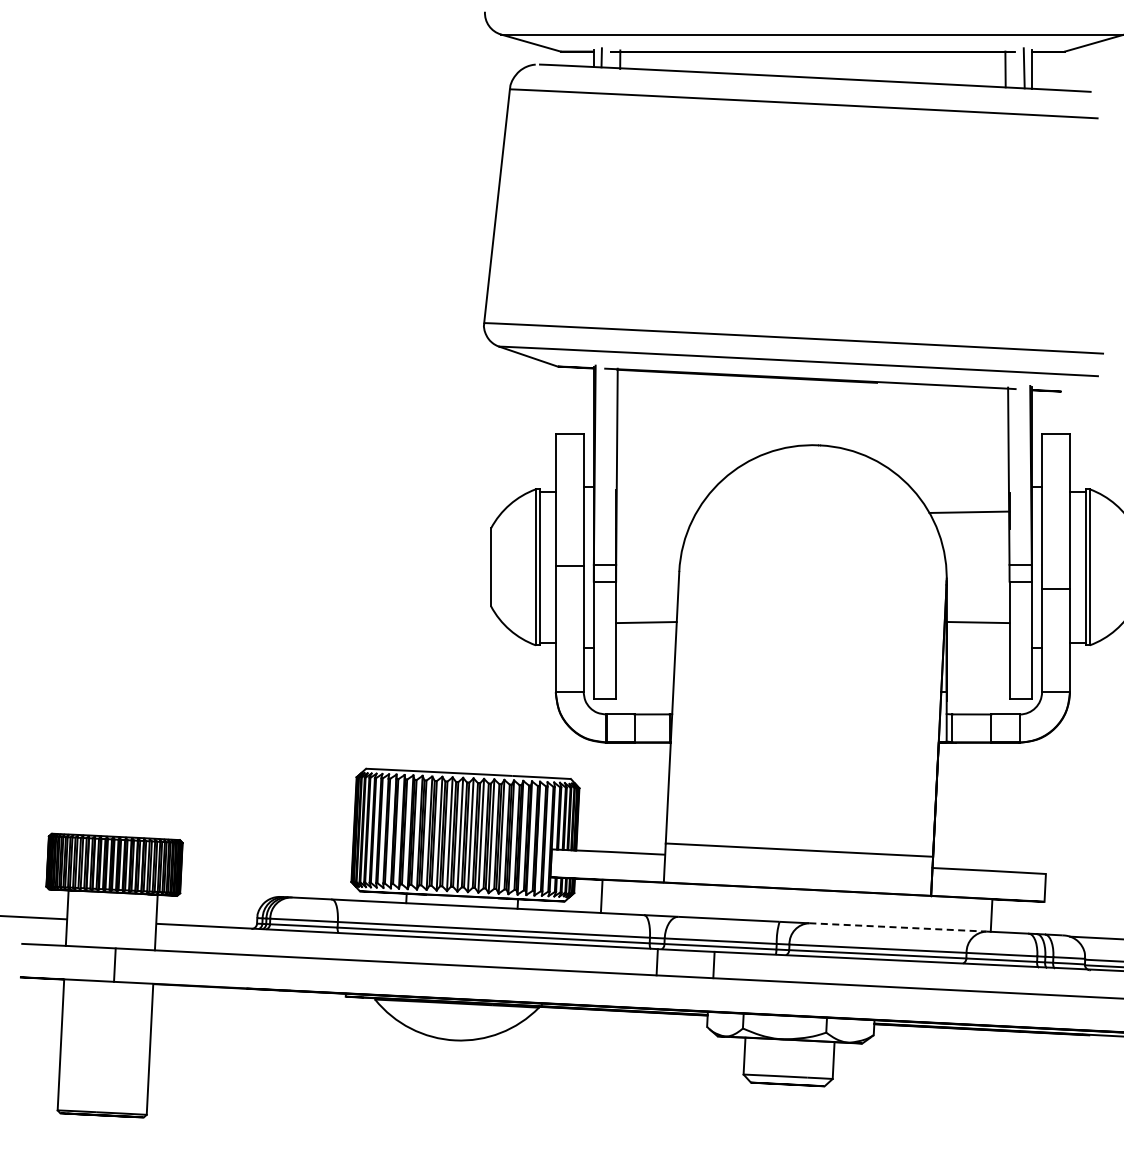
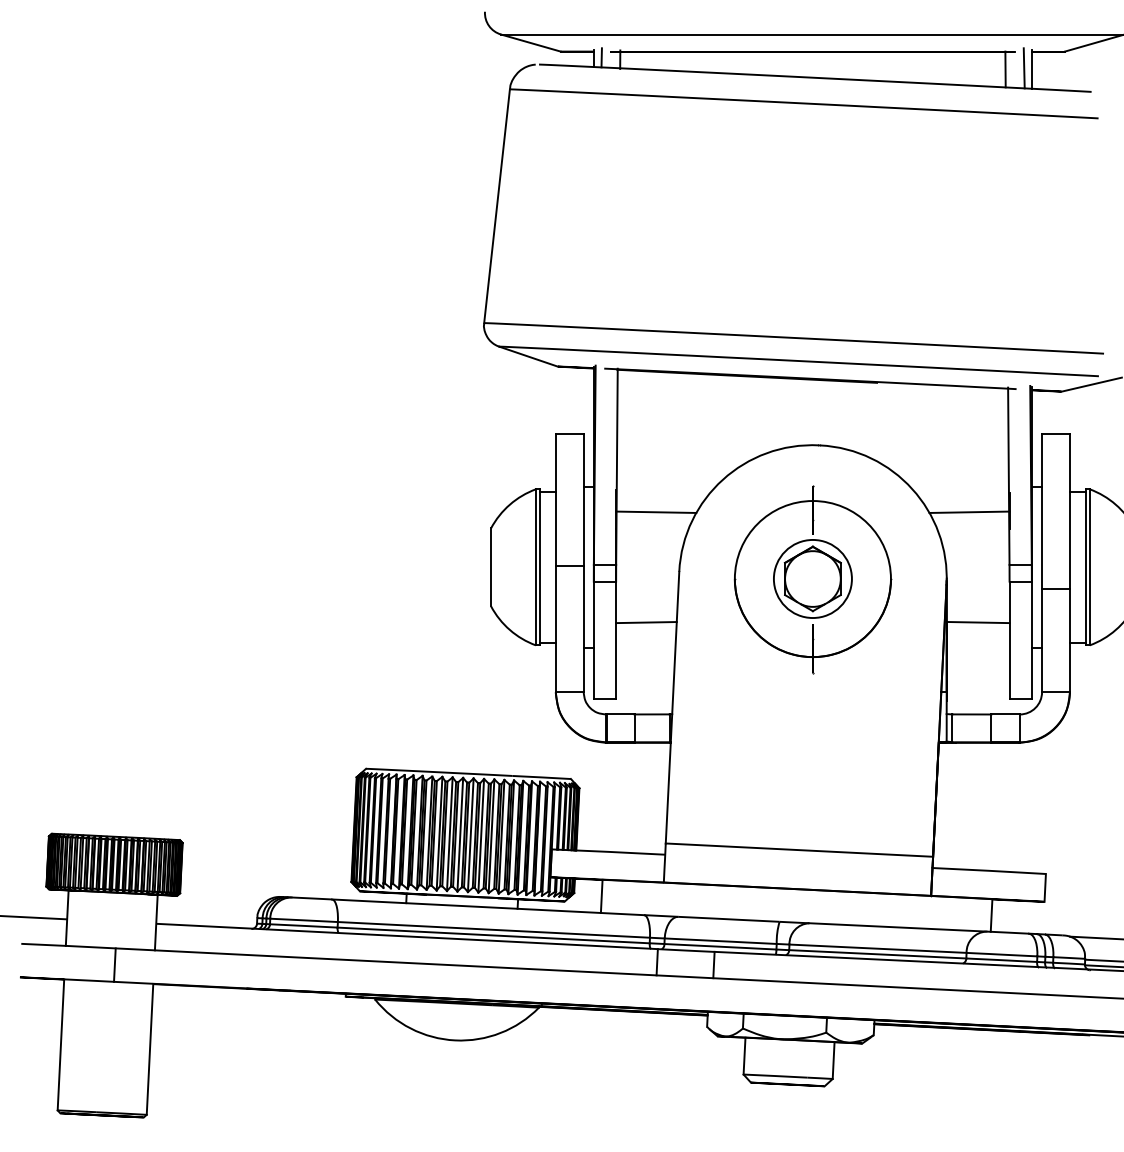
line at (1090, 384): none -> present
line at (656, 511): none -> present
part at (812, 579): none -> present
line at (897, 927): dashed -> solid
